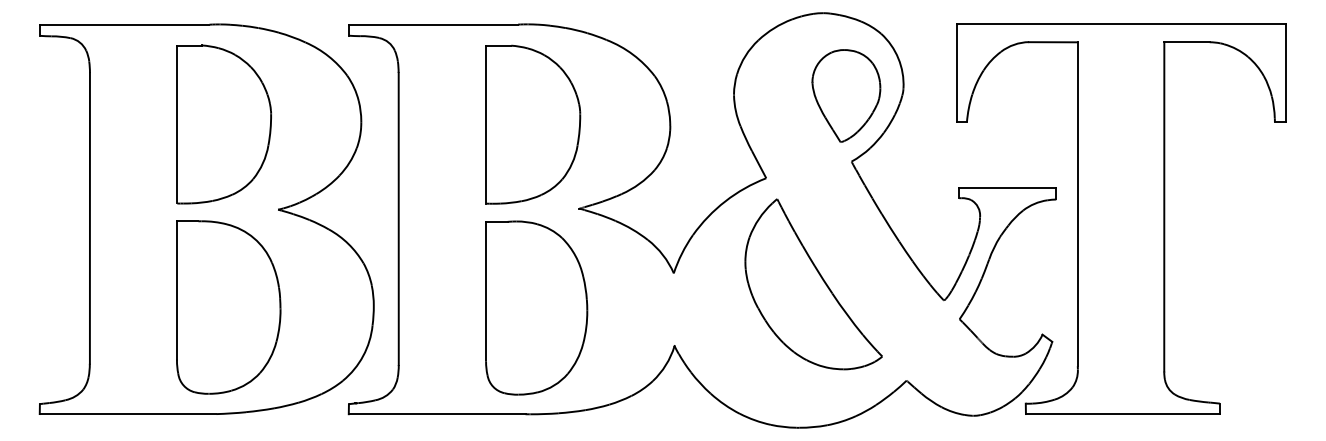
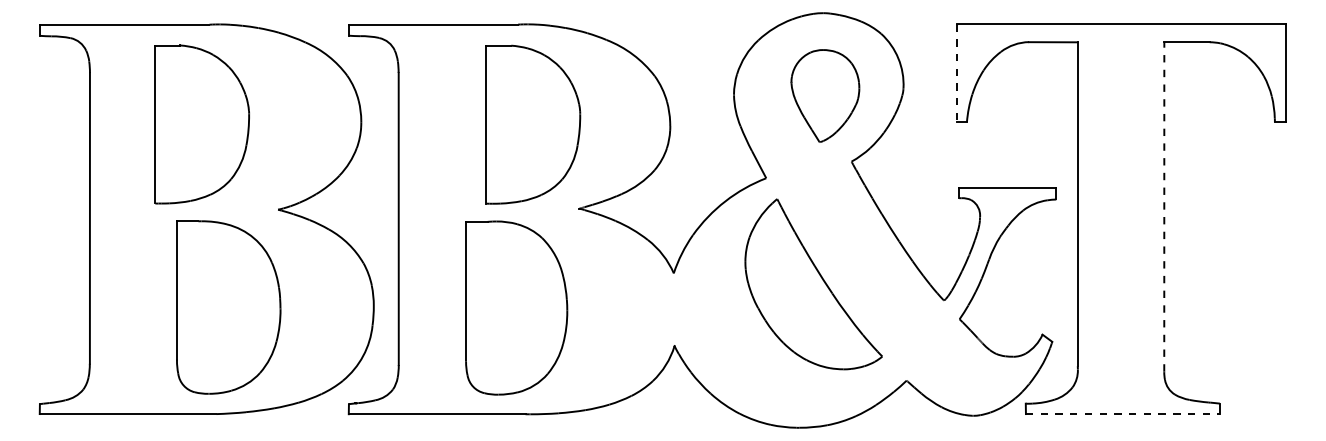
line at (956, 73): solid -> dashed
part at (846, 95) position: (846, 95) -> (825, 95)
part at (223, 124) position: (223, 124) -> (201, 124)
line at (1164, 206): solid -> dashed
part at (536, 307) position: (536, 307) -> (516, 307)
line at (1123, 414): solid -> dashed
